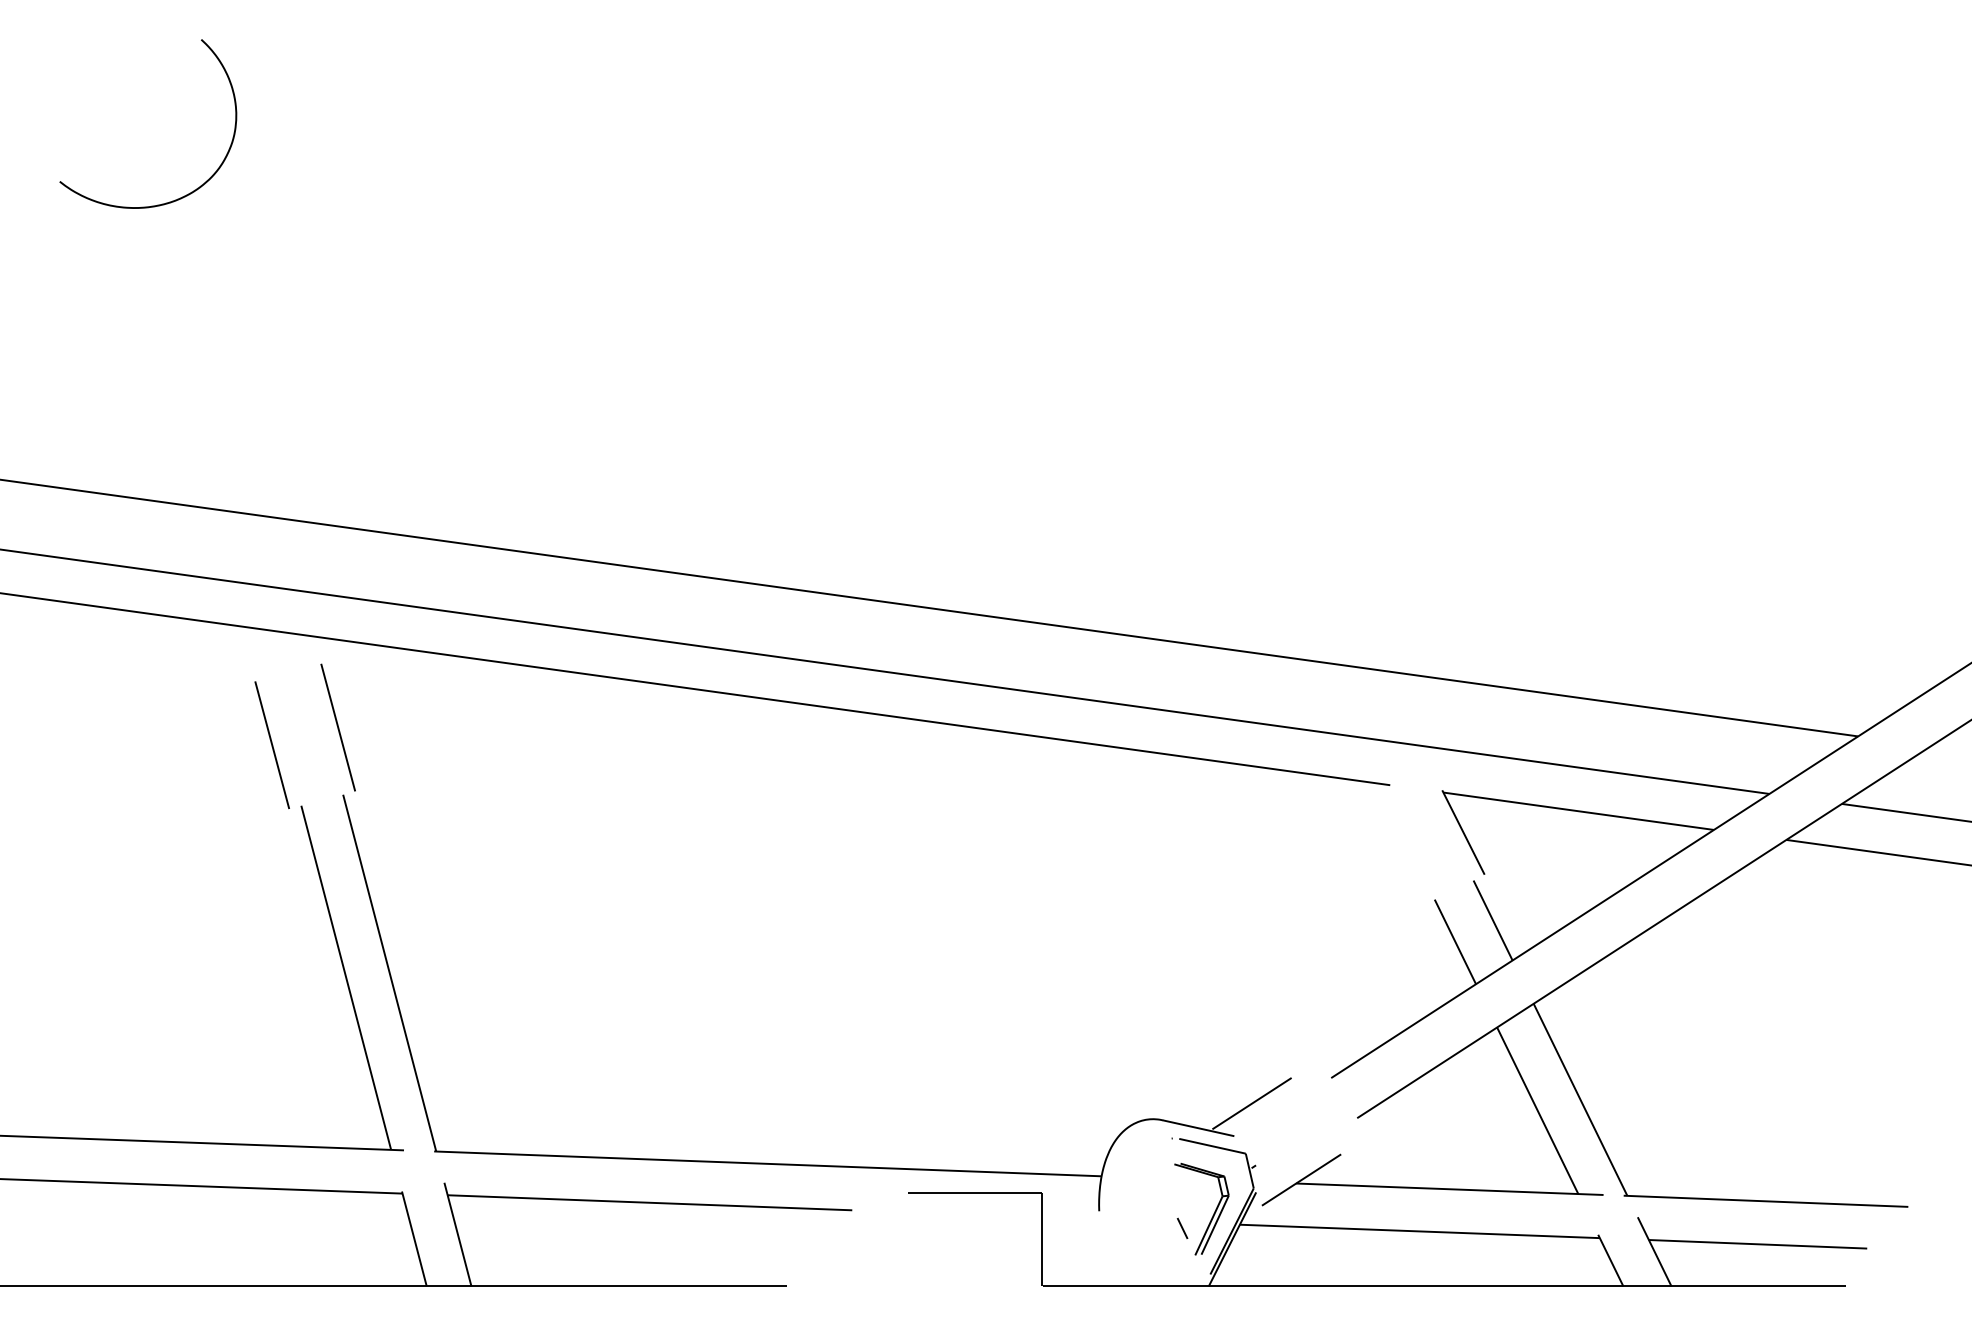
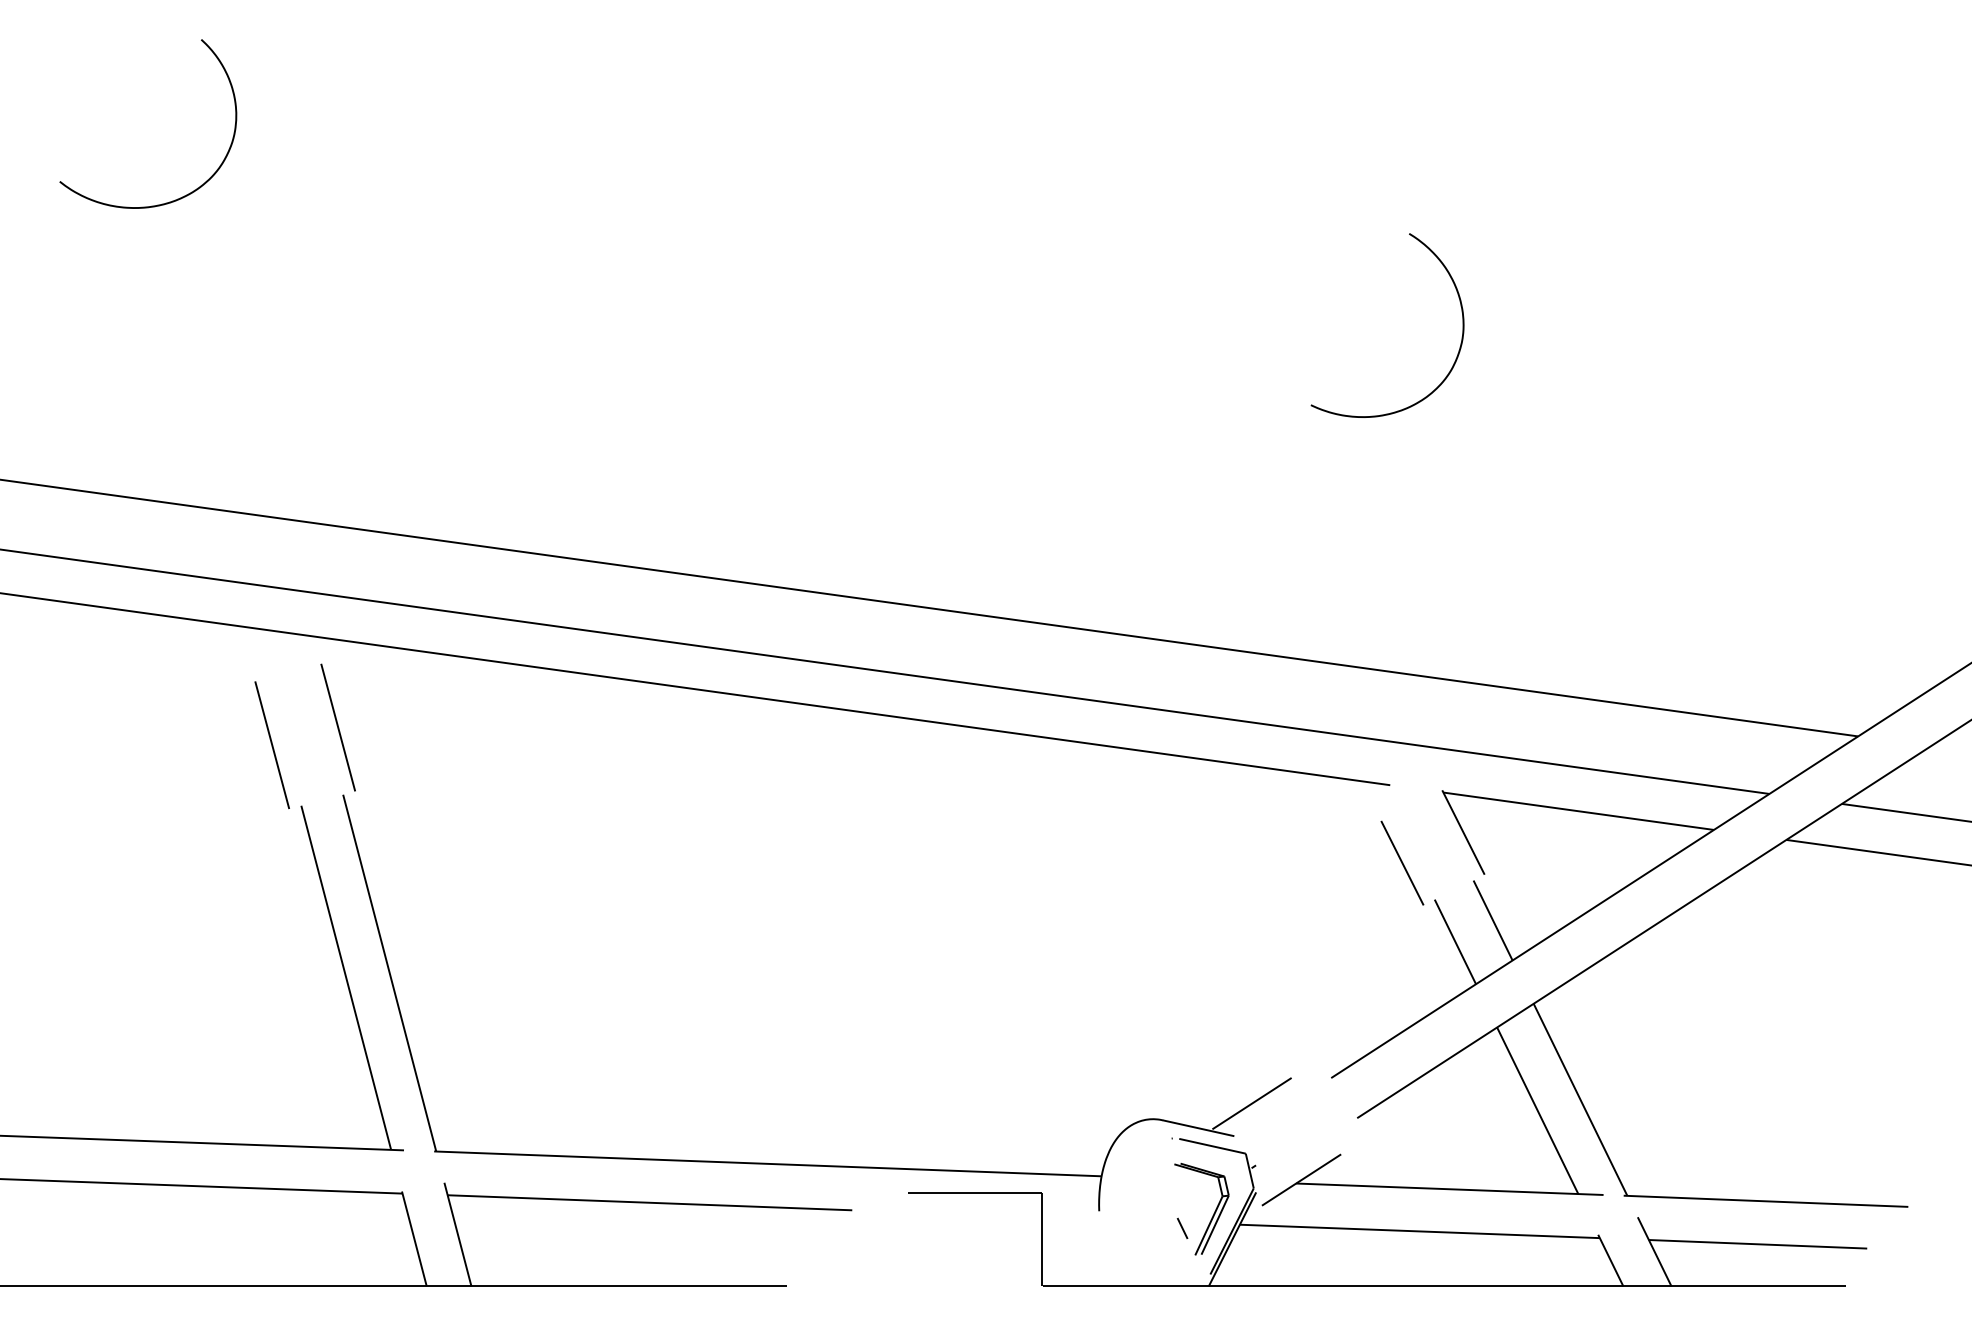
curve at (1461, 337): none -> present
line at (1402, 862): none -> present
